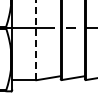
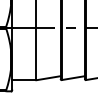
line at (36, 40): dashed -> solid
